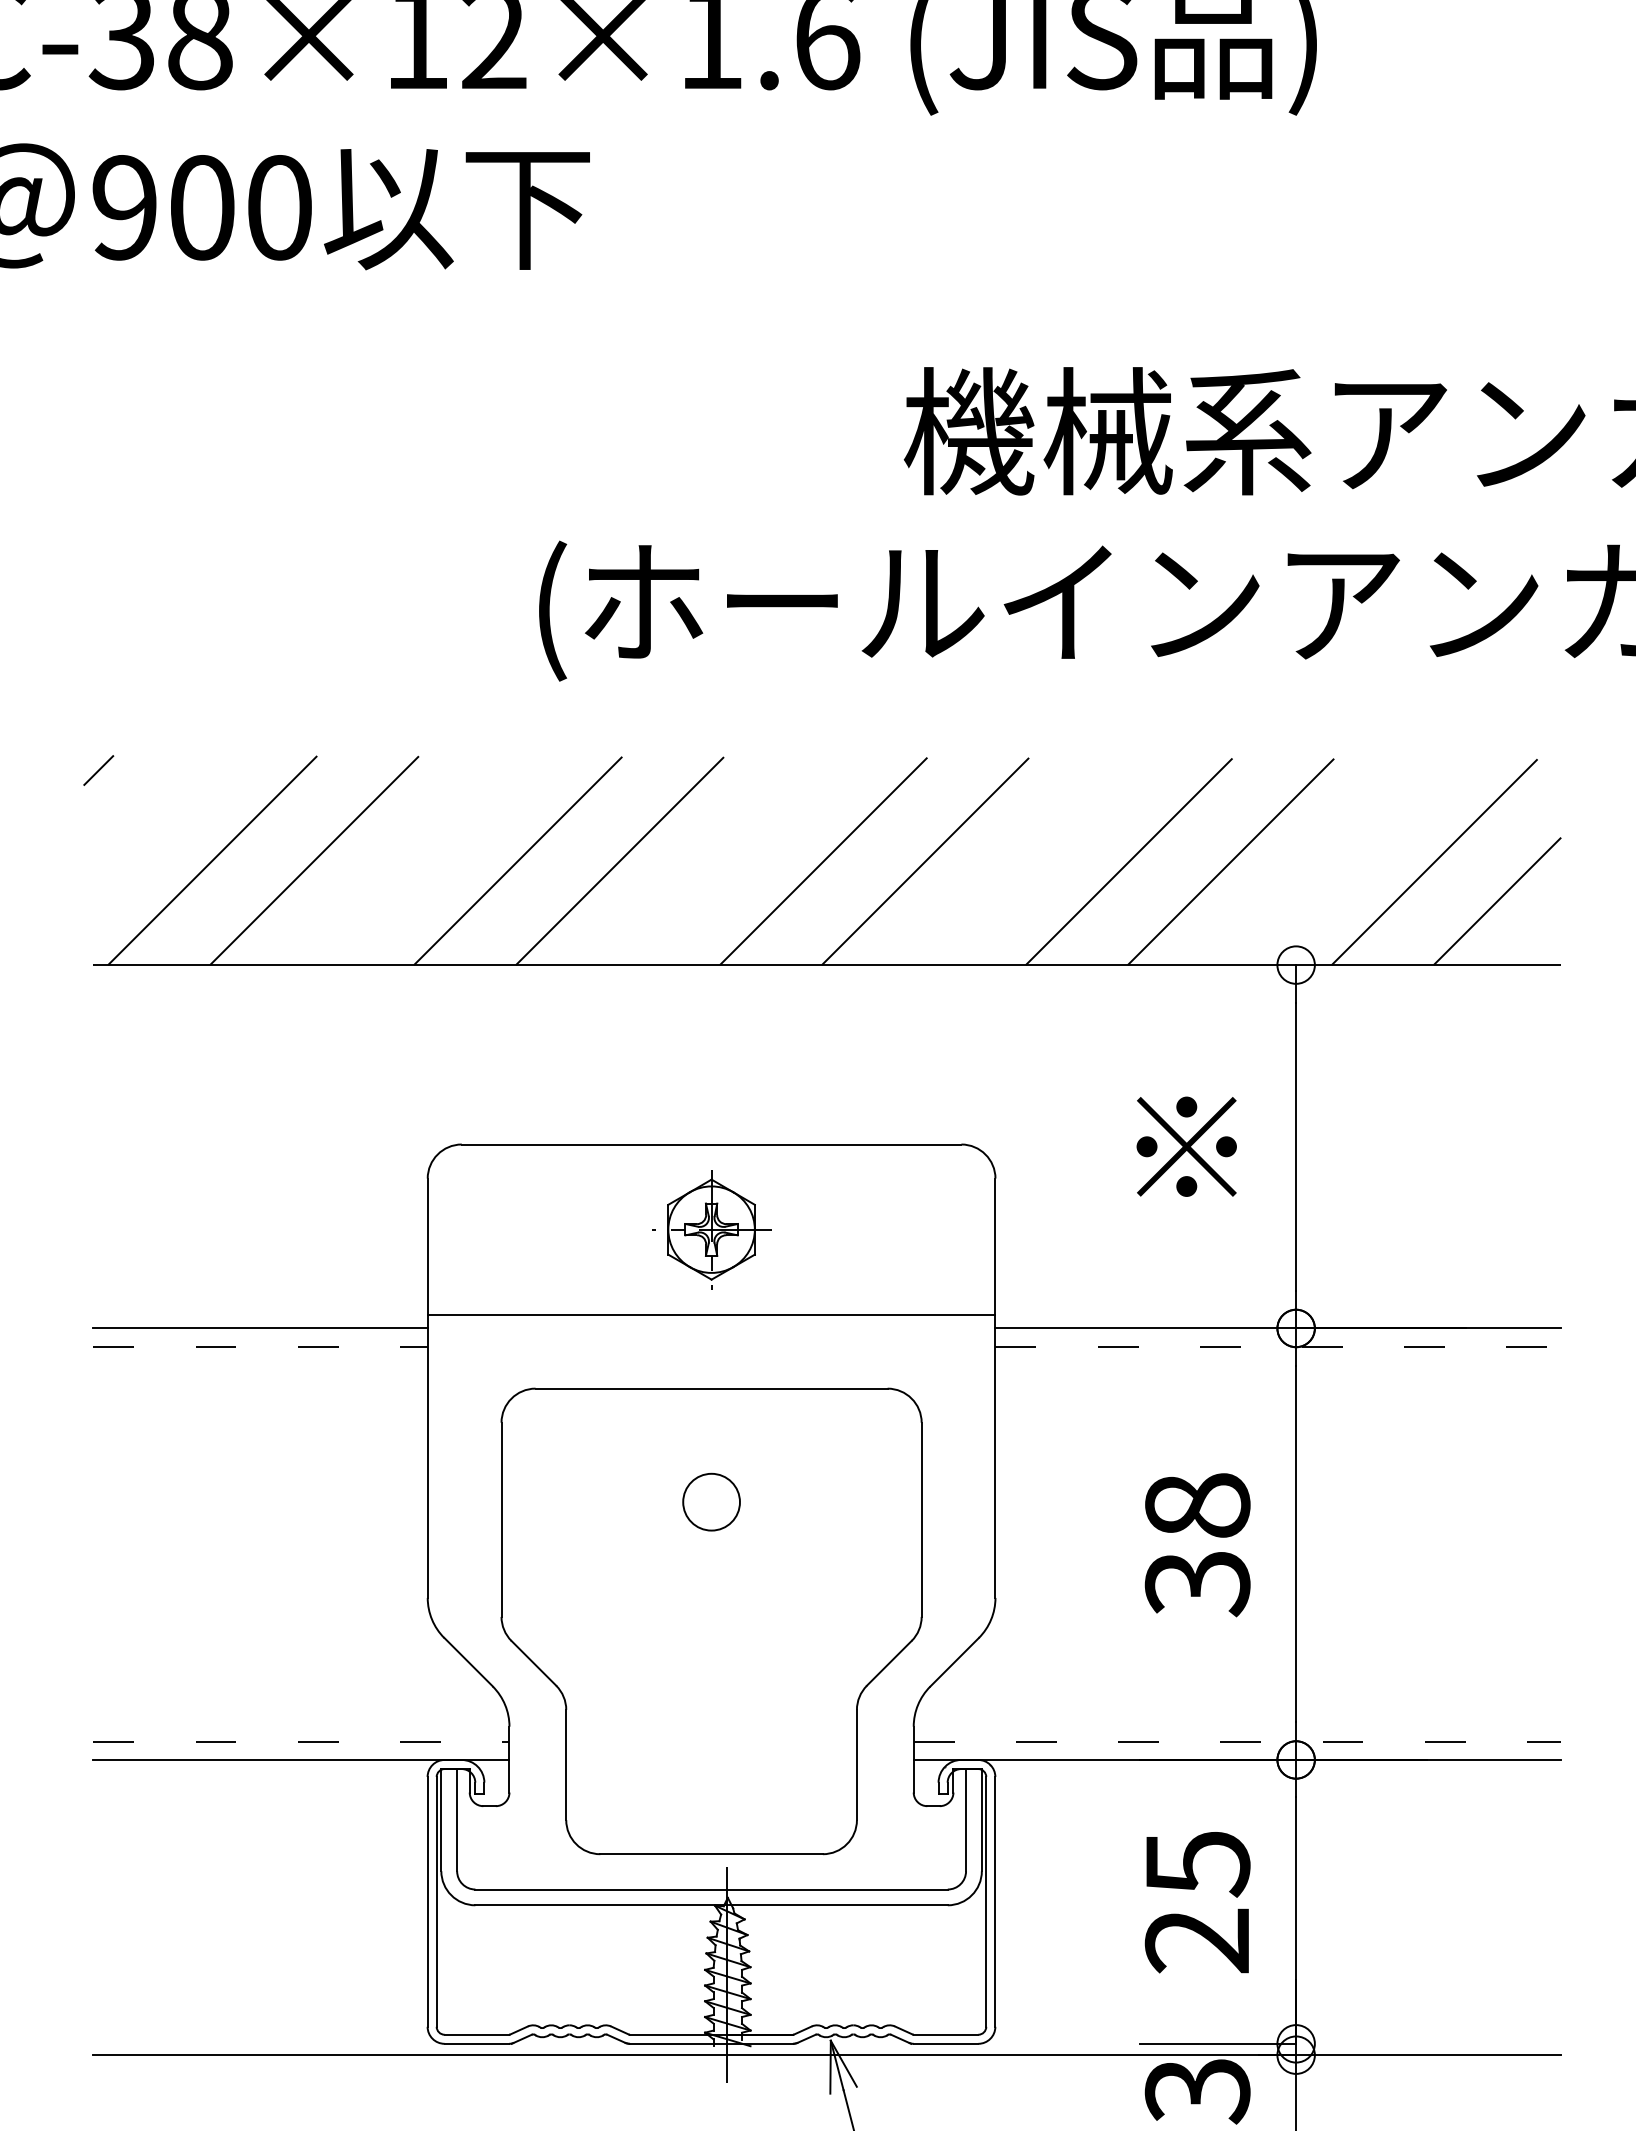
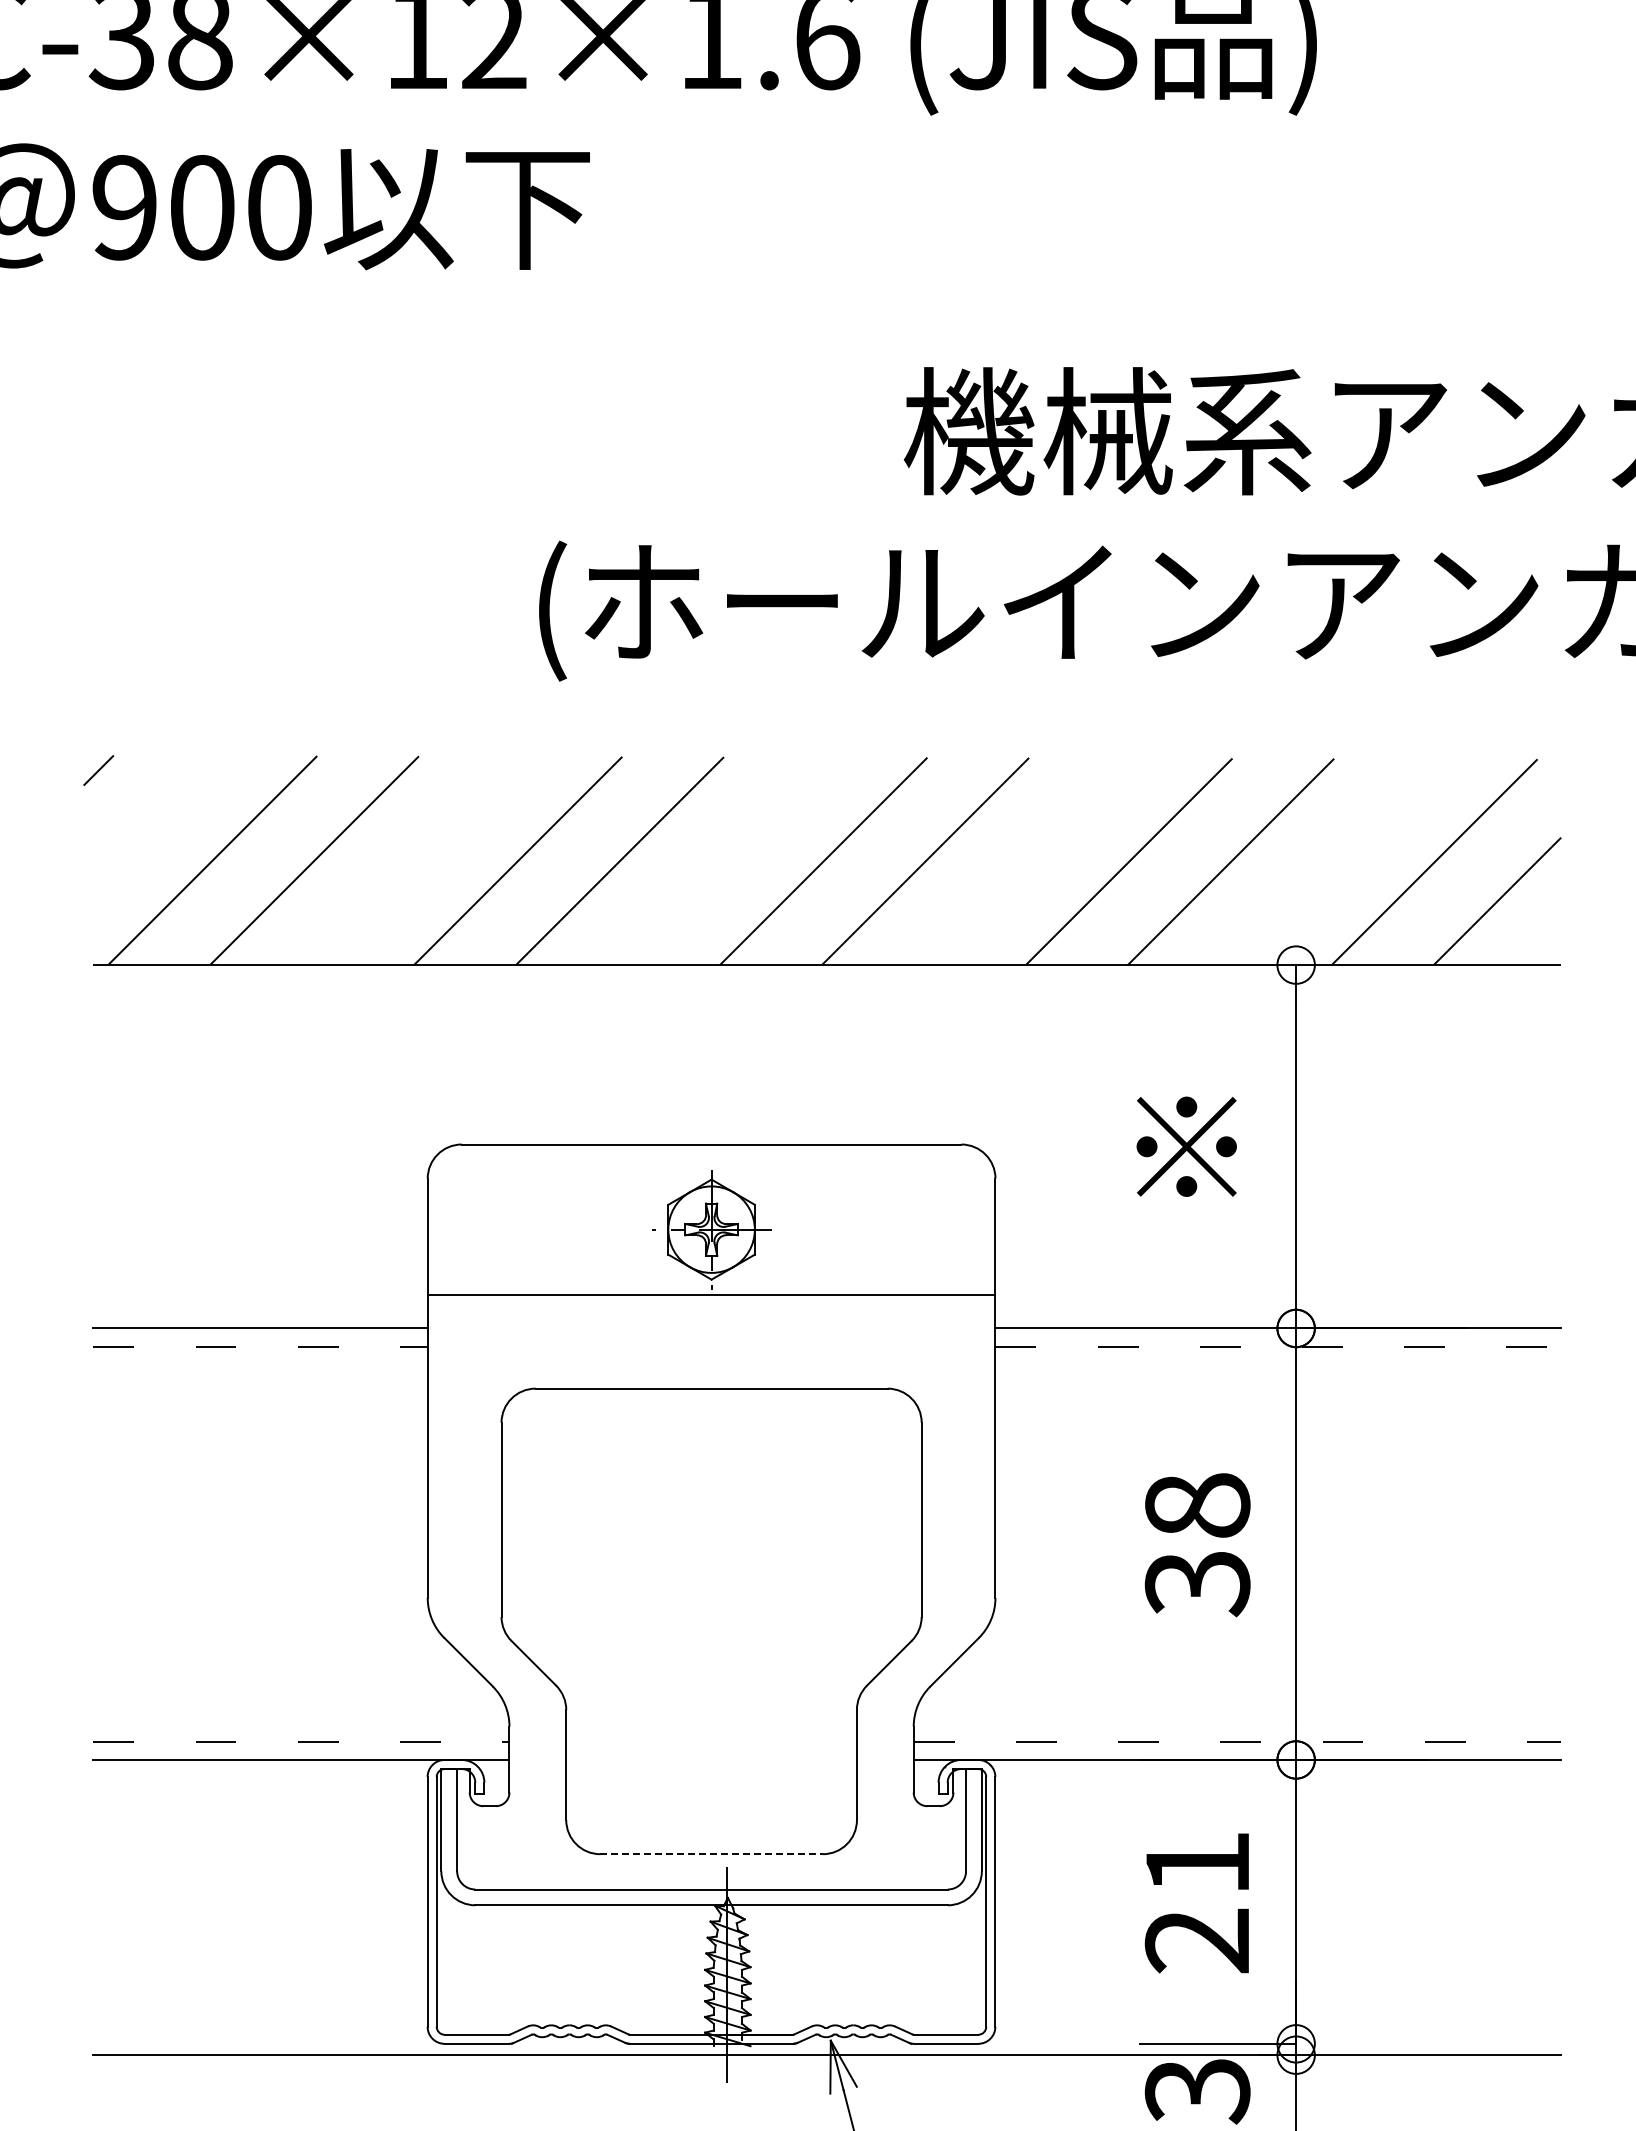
line at (711, 1314) position: (711, 1314) -> (711, 1294)
circle at (711, 1501): present -> none
line at (712, 1854): solid -> dashed
text at (1198, 1864): 25 -> 21
